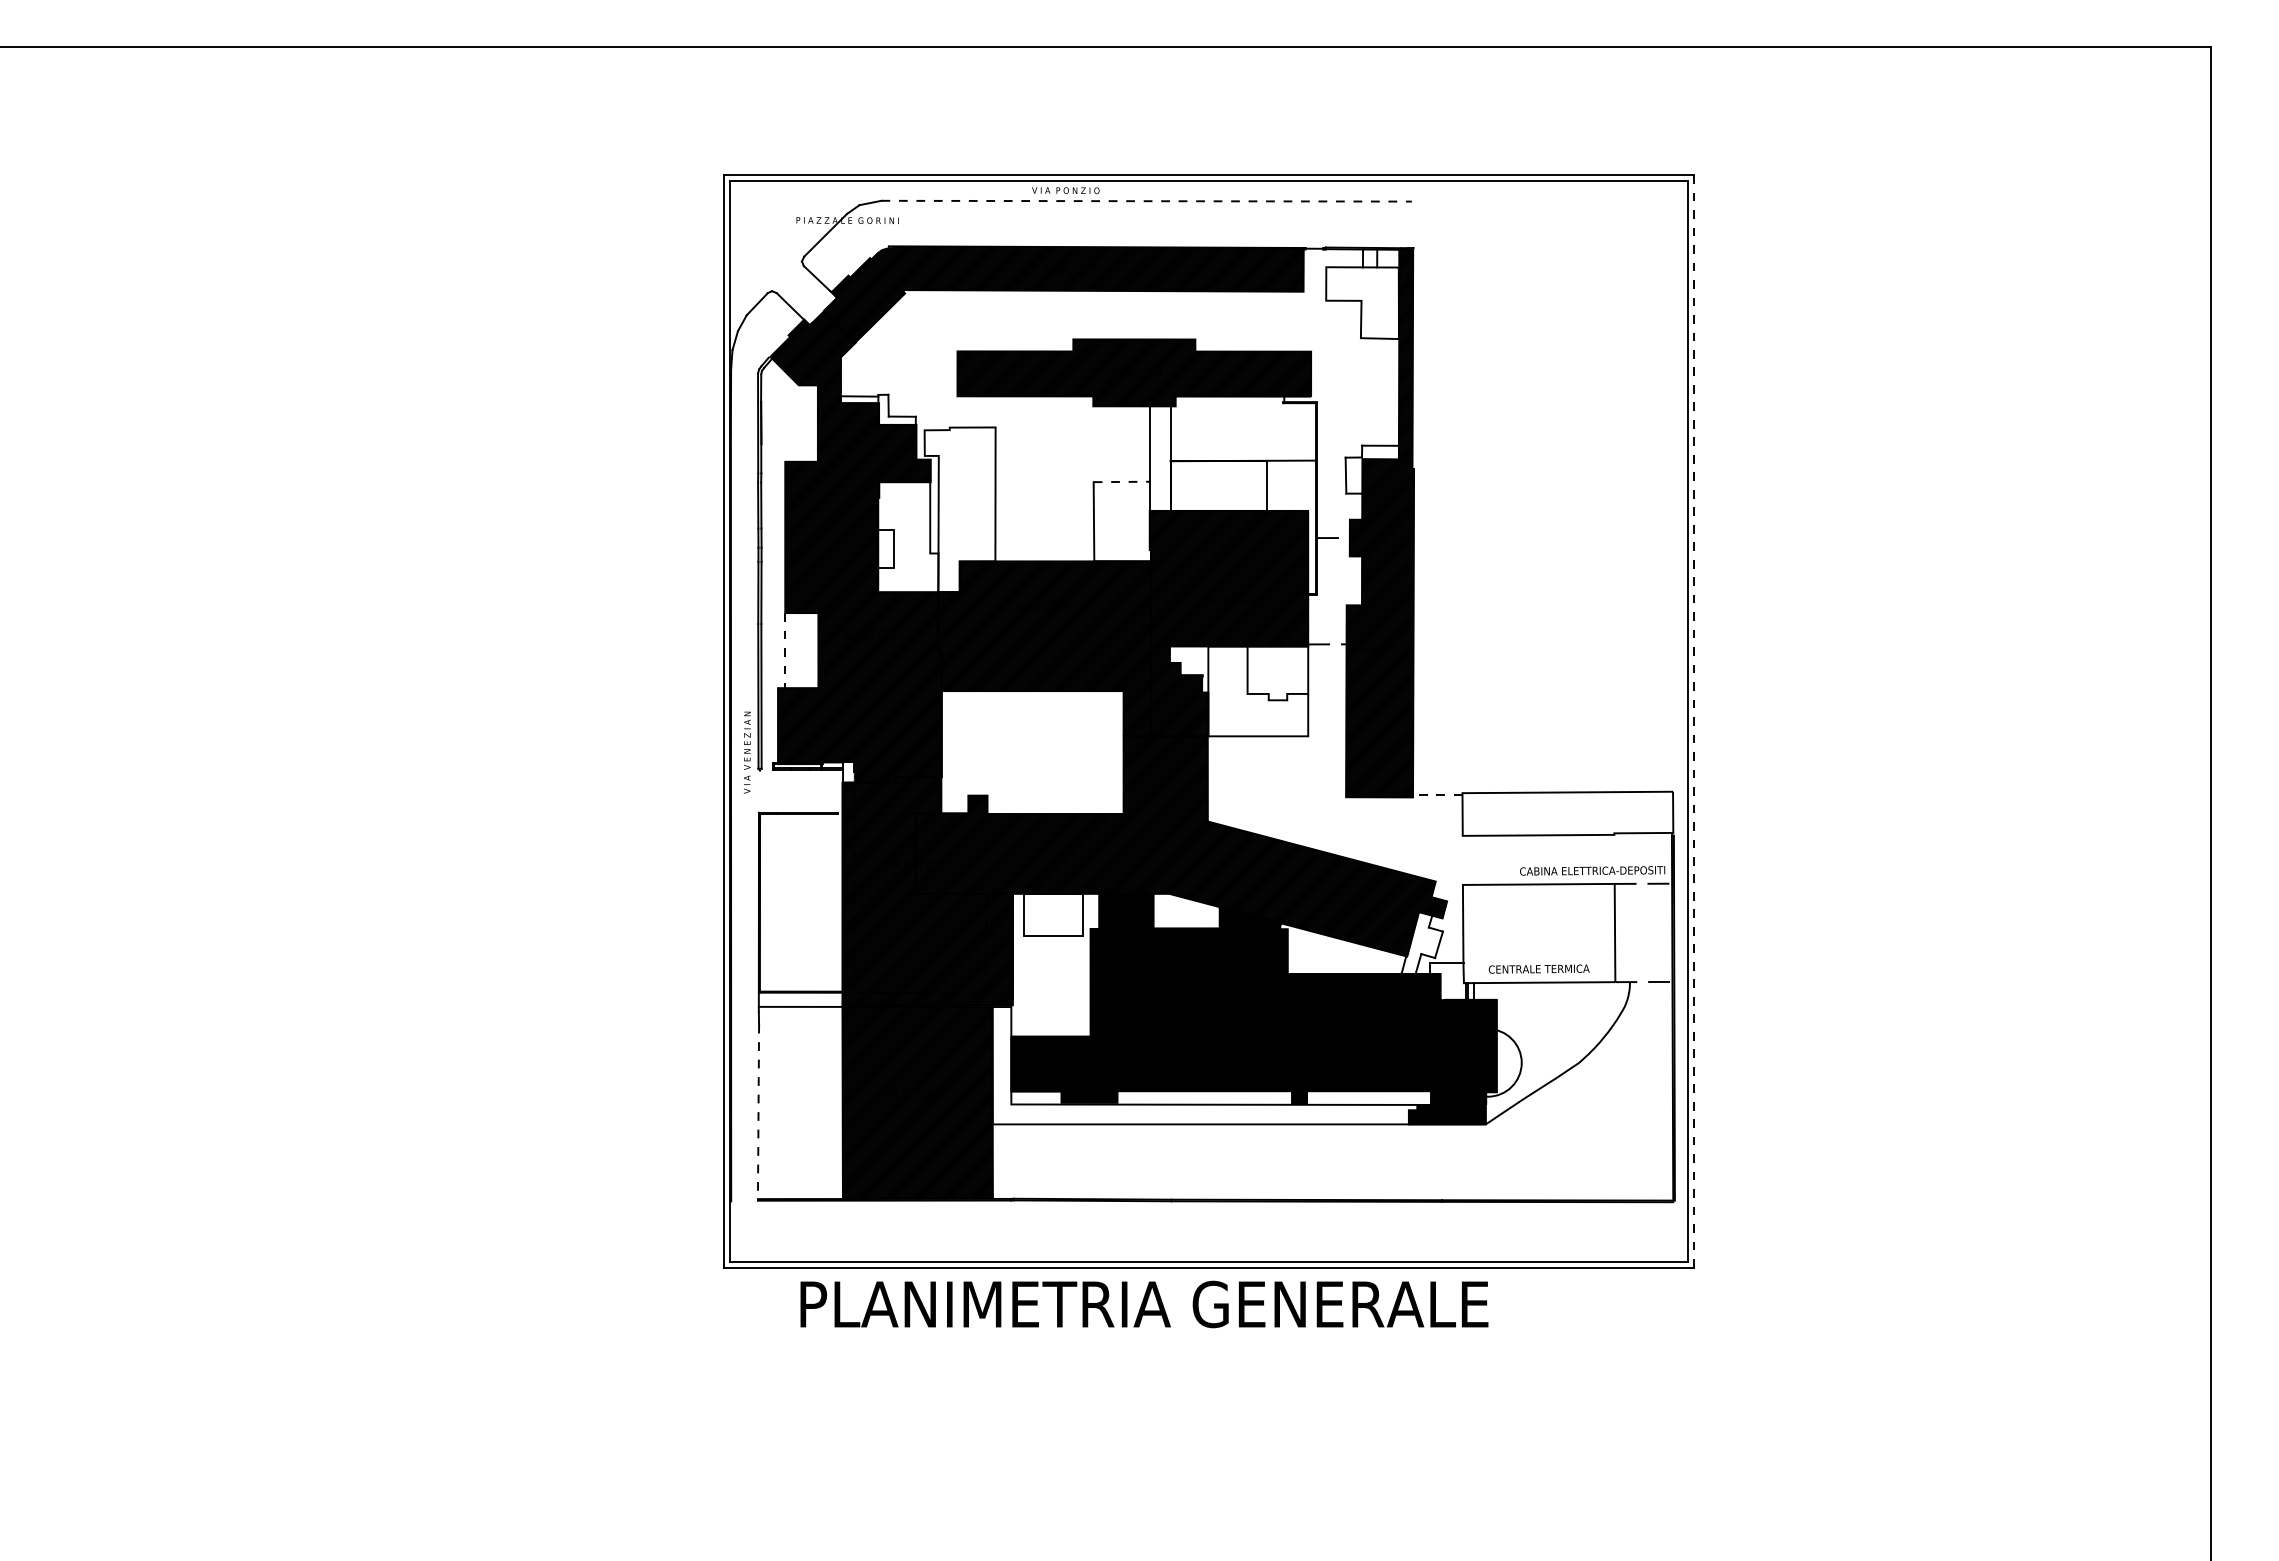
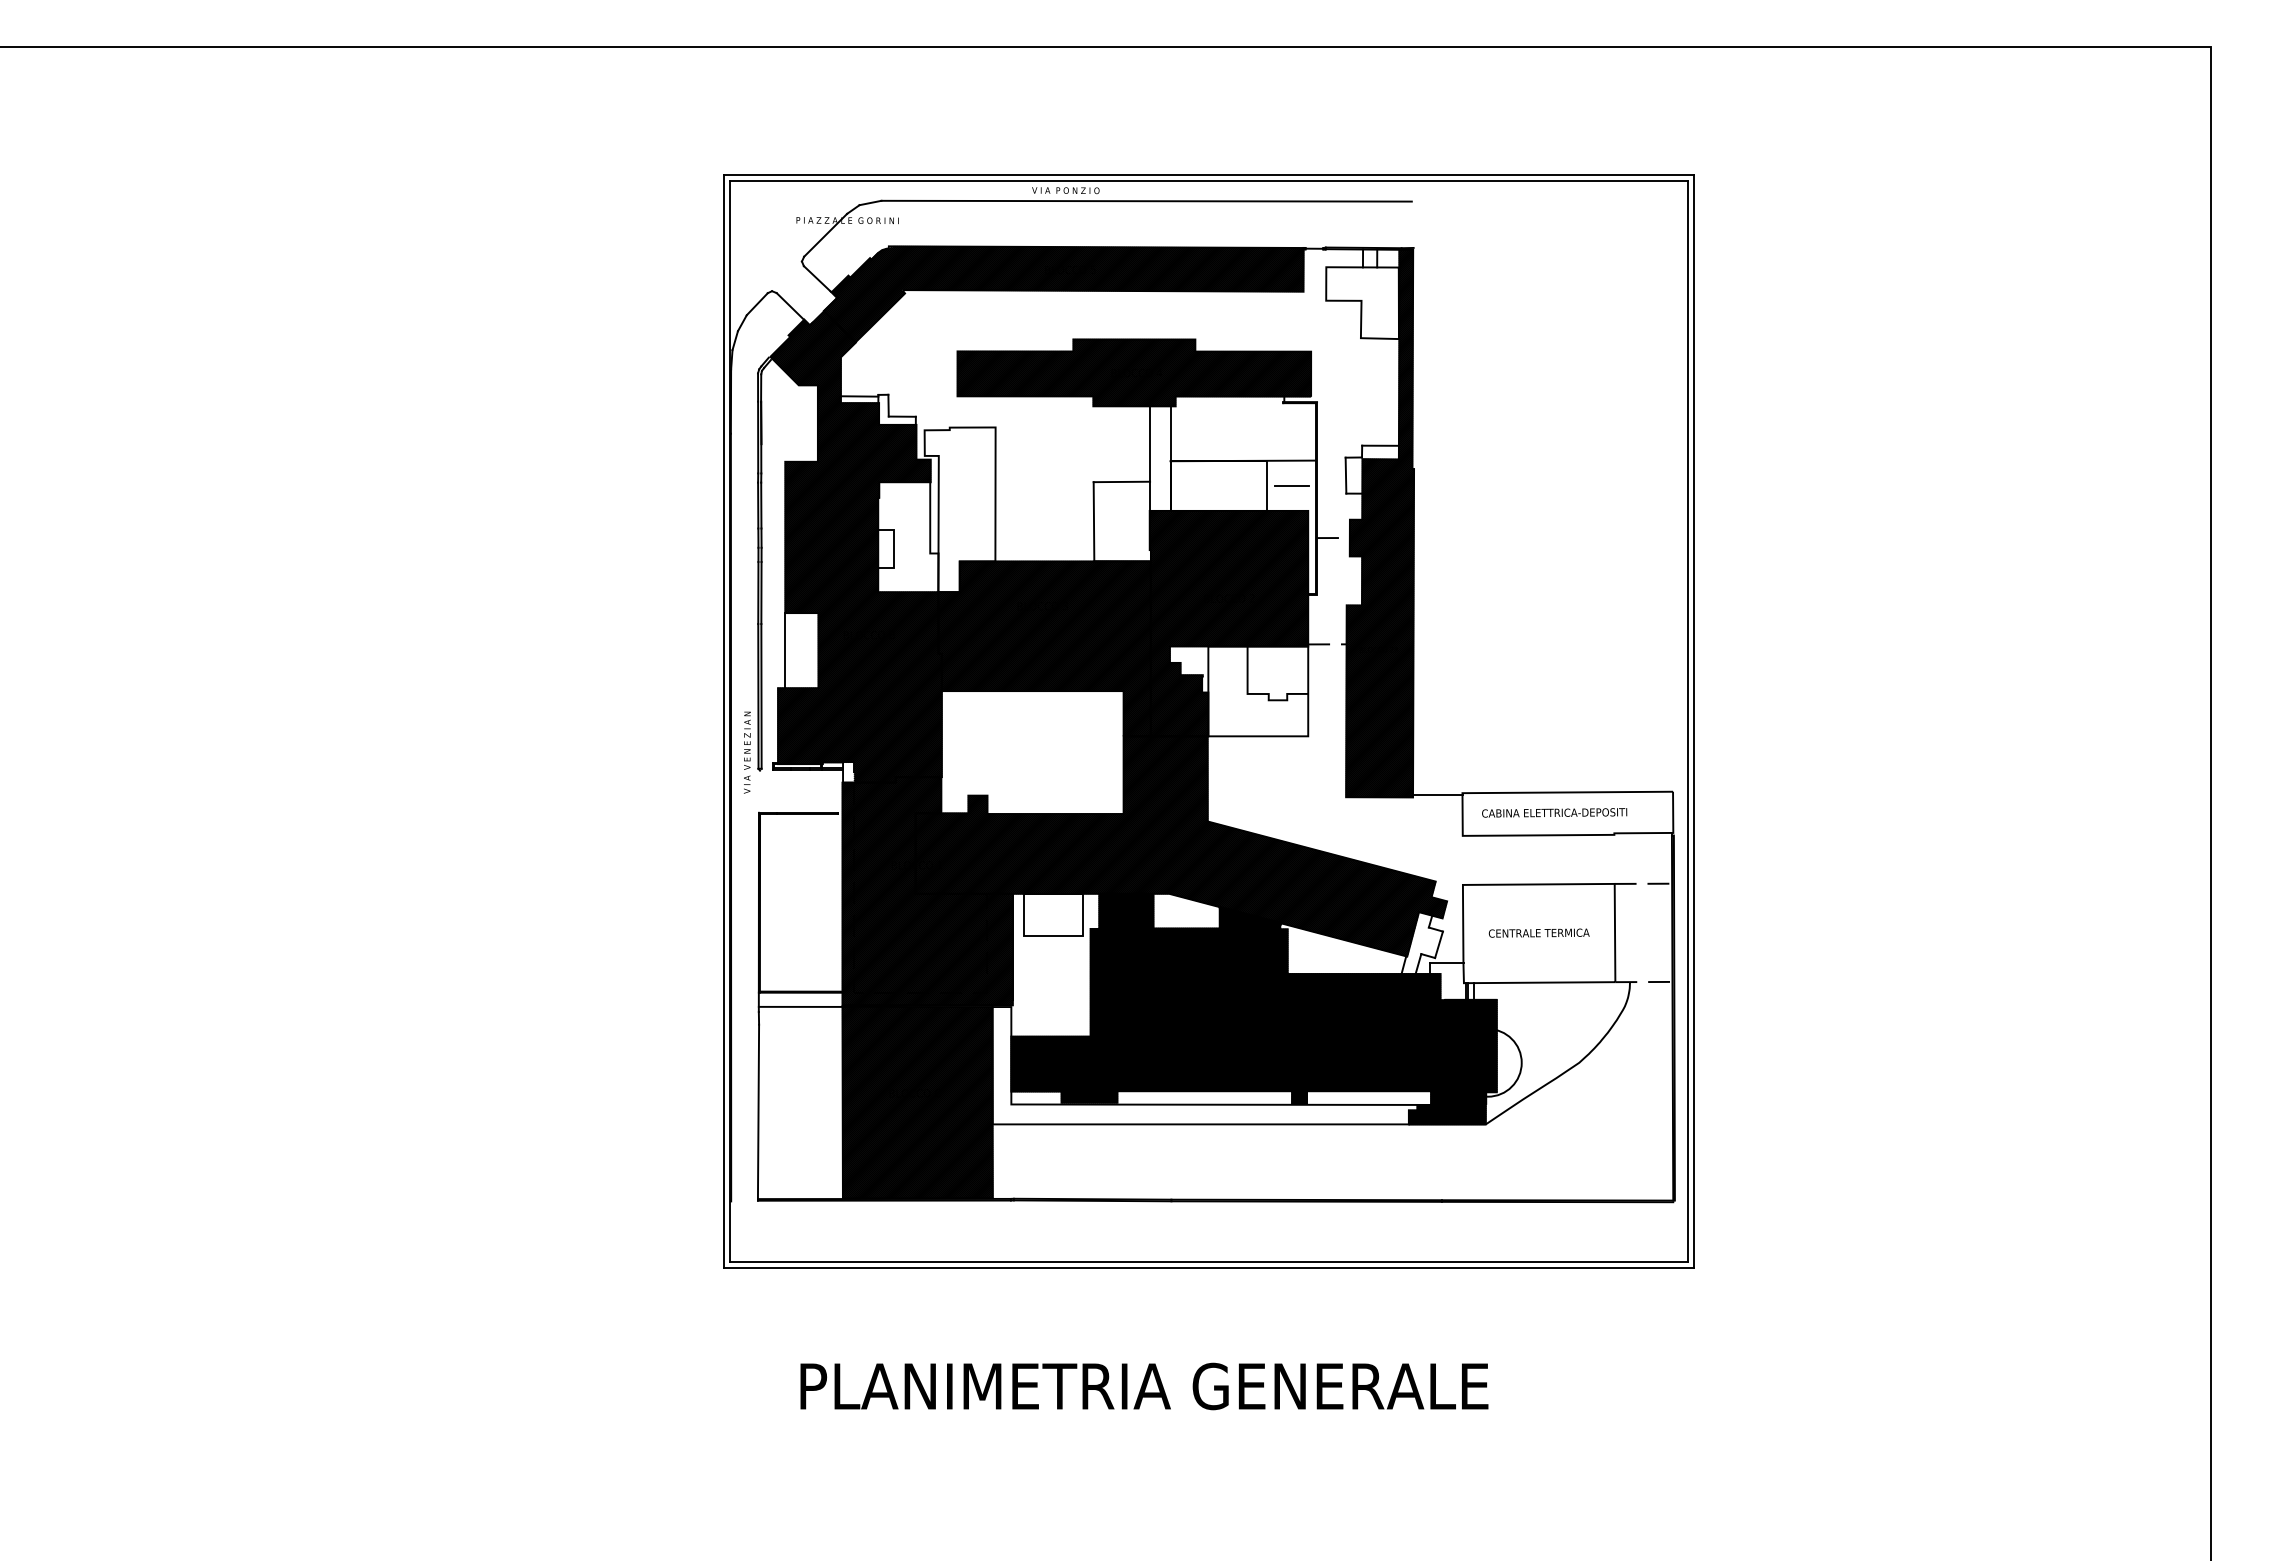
line at (1147, 201): dashed -> solid
line at (1122, 481): dashed -> solid
line at (1292, 485): none -> present
line at (784, 650): dashed -> solid
line at (1693, 721): dashed -> solid
line at (1437, 795): dashed -> solid
text at (1592, 870) position: (1592, 870) -> (1554, 812)
text at (1538, 968) position: (1538, 968) -> (1538, 932)
line at (758, 1113): dashed -> solid
text at (1144, 1304) position: (1144, 1304) -> (1144, 1386)
